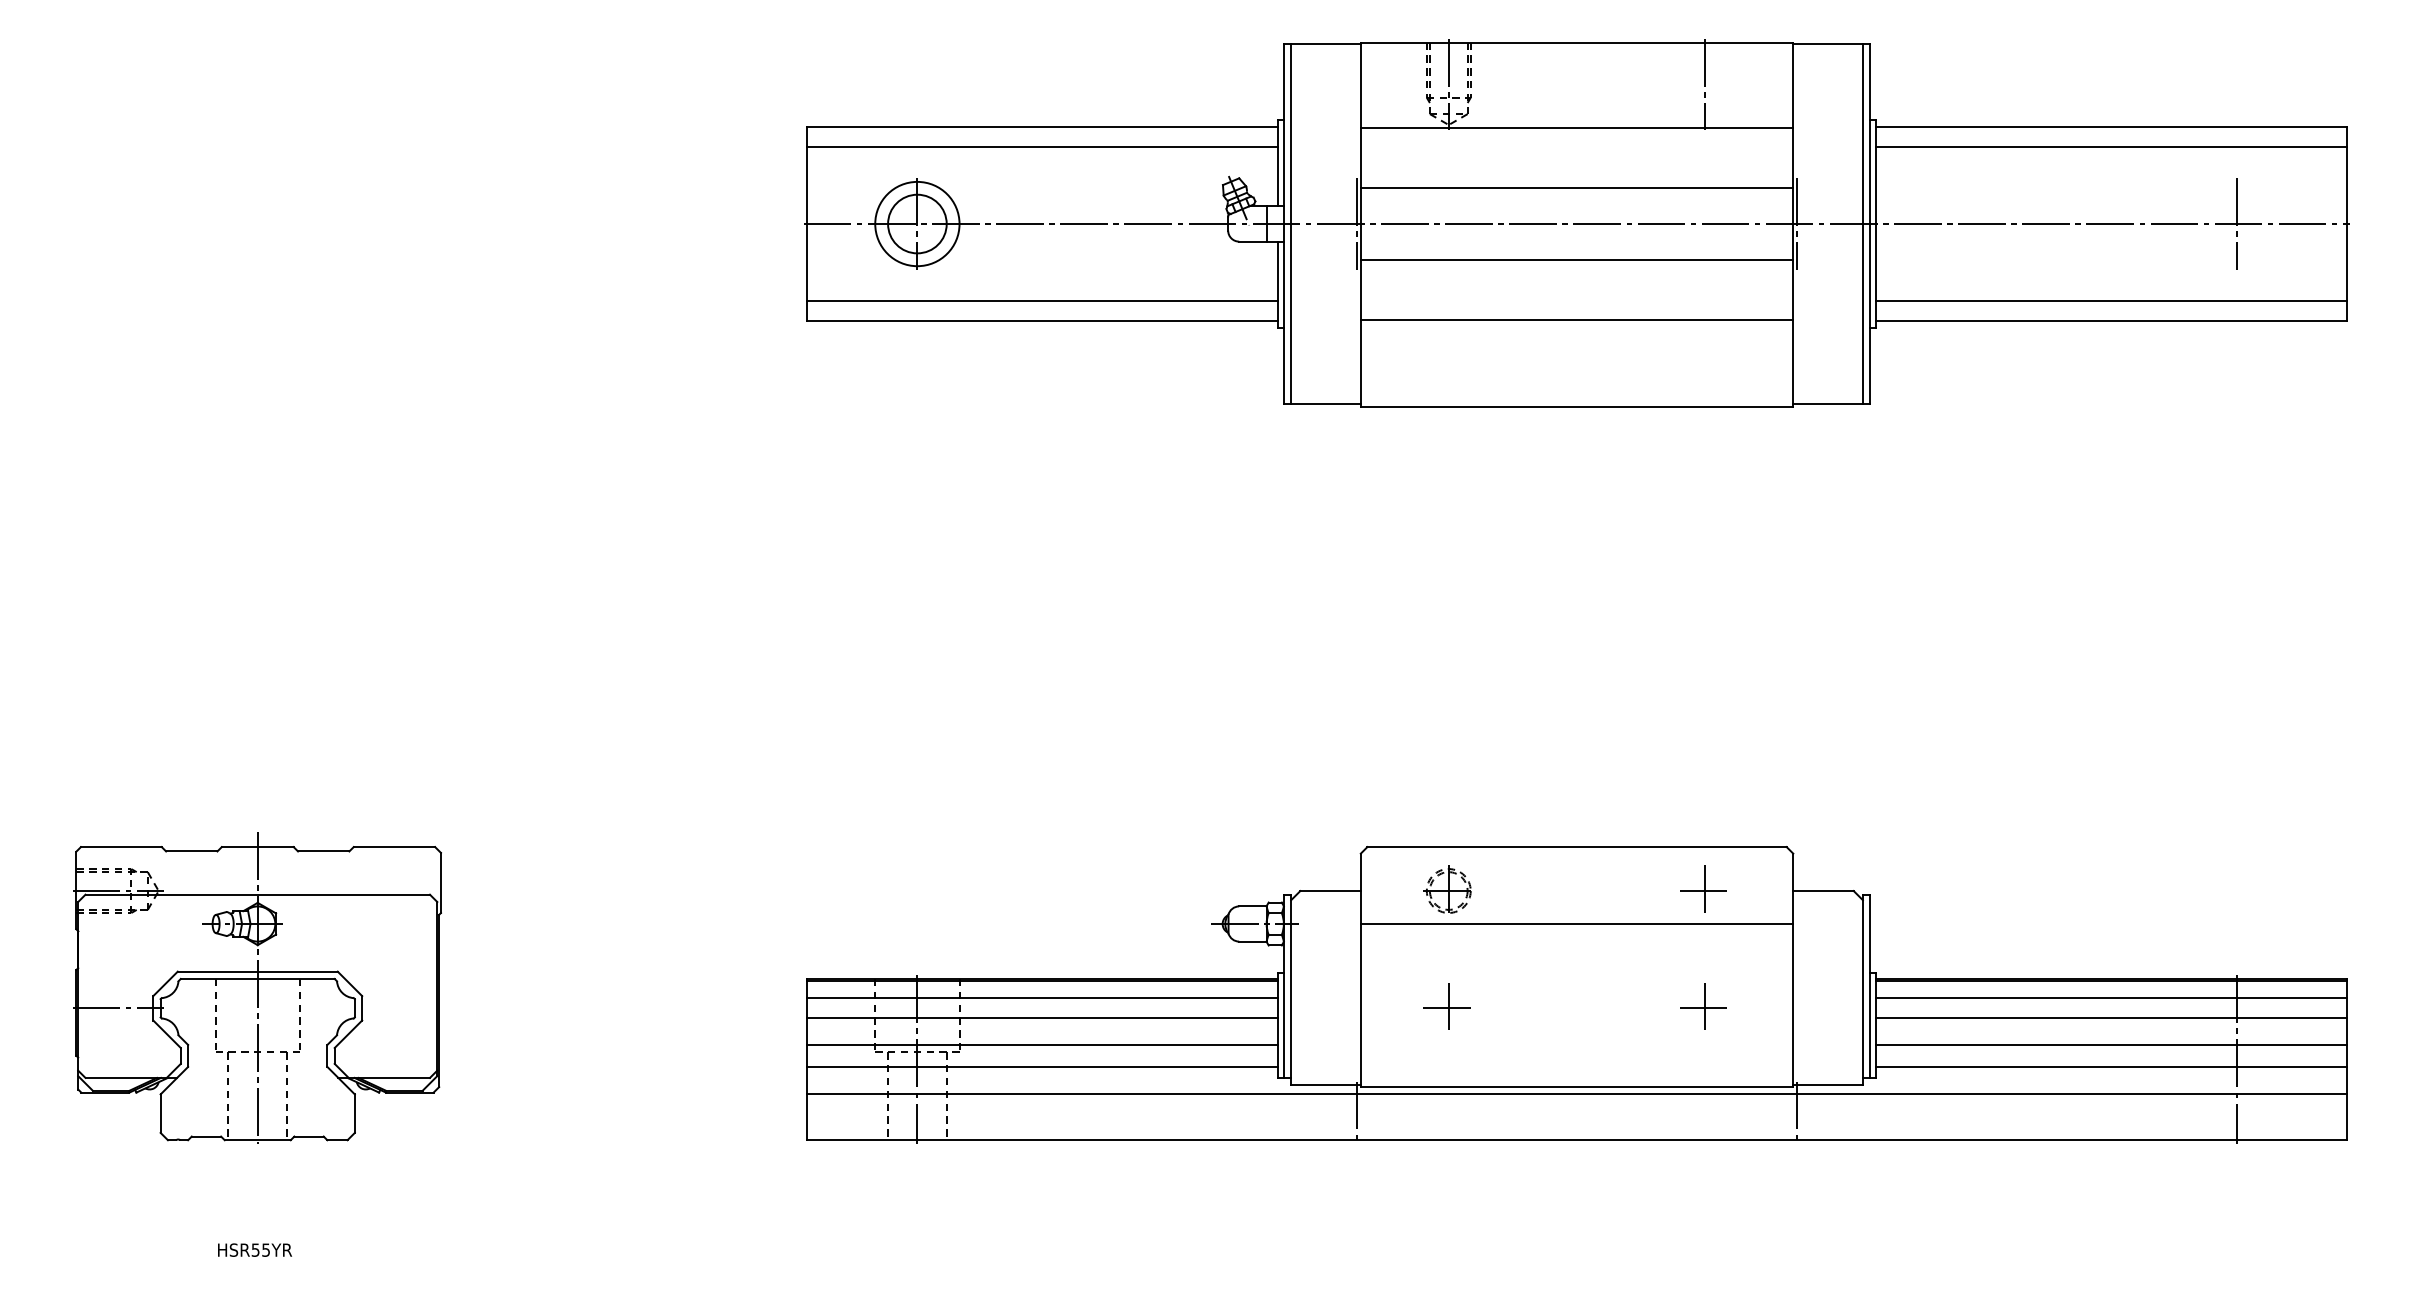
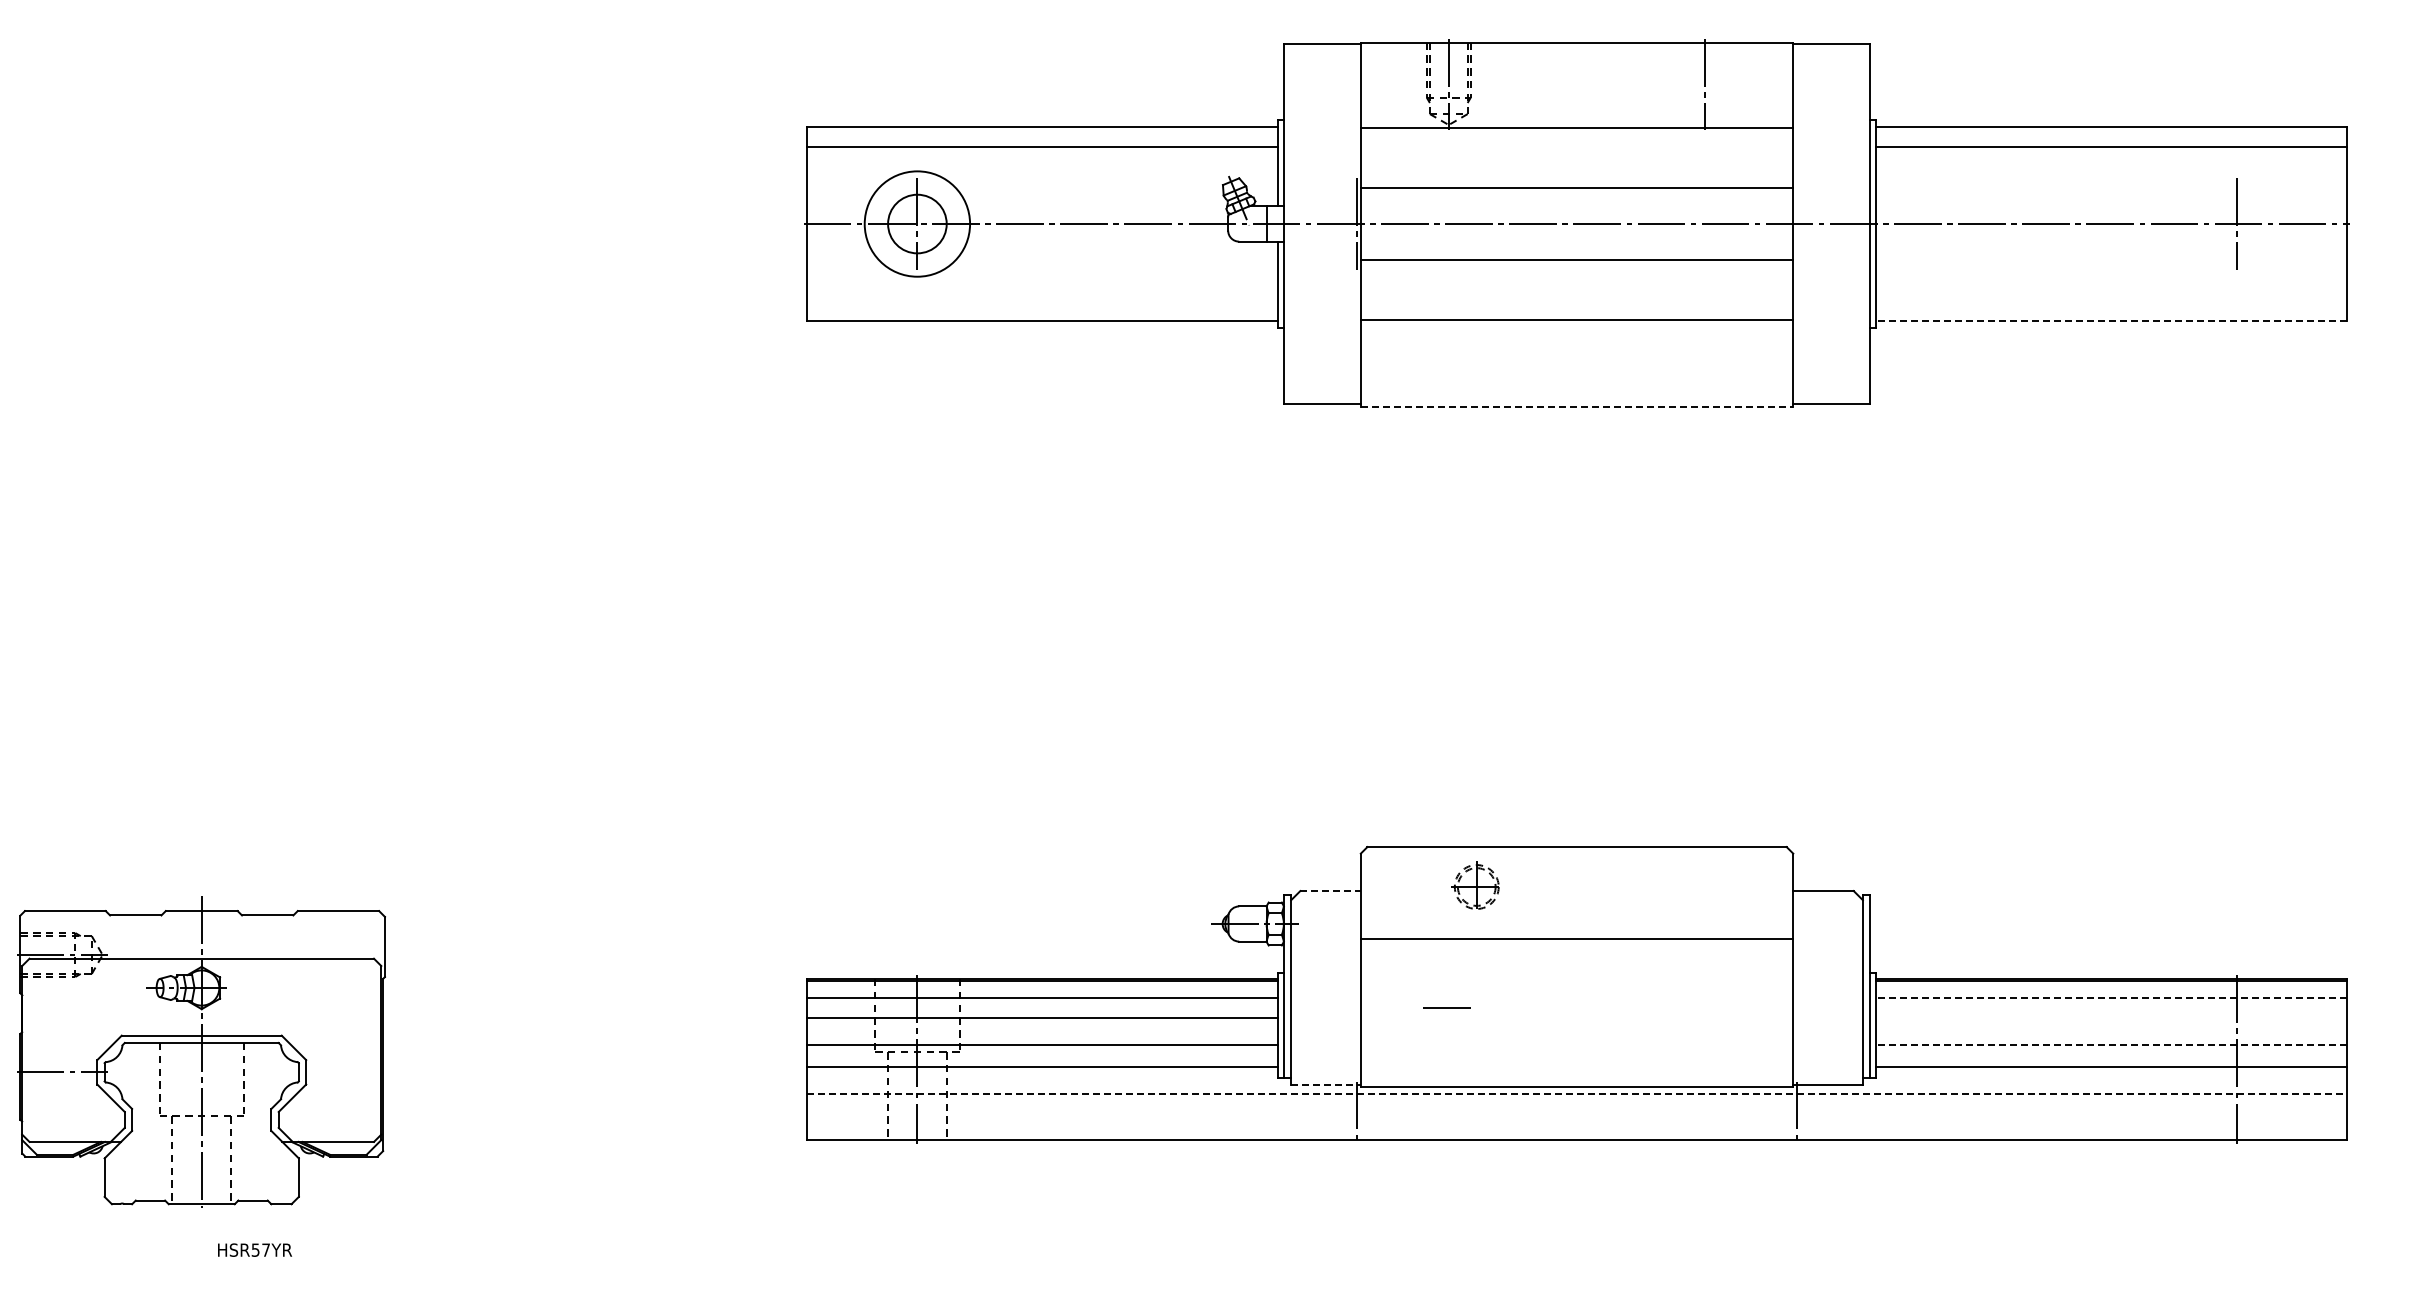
circle at (917, 223) diameter: 84 px -> 105 px
line at (1291, 223): present -> none
line at (1796, 223): present -> none
line at (1862, 223): present -> none
line at (1042, 301): present -> none
line at (2110, 301): present -> none
line at (2110, 321): solid -> dashed
line at (1577, 407): solid -> dashed
part at (1703, 888): present -> none
part at (1447, 889) position: (1447, 889) -> (1475, 885)
line at (1331, 891): solid -> dashed
line at (1576, 924) position: (1576, 924) -> (1576, 939)
part at (257, 987) position: (257, 987) -> (201, 1051)
line at (2110, 998): solid -> dashed
part at (1703, 1006): present -> none
line at (1448, 1007): present -> none
line at (2110, 1018): present -> none
line at (2110, 1044): solid -> dashed
line at (1326, 1085): solid -> dashed
line at (1577, 1094): solid -> dashed
text at (265, 1249): HSR55YR -> HSR57YR
